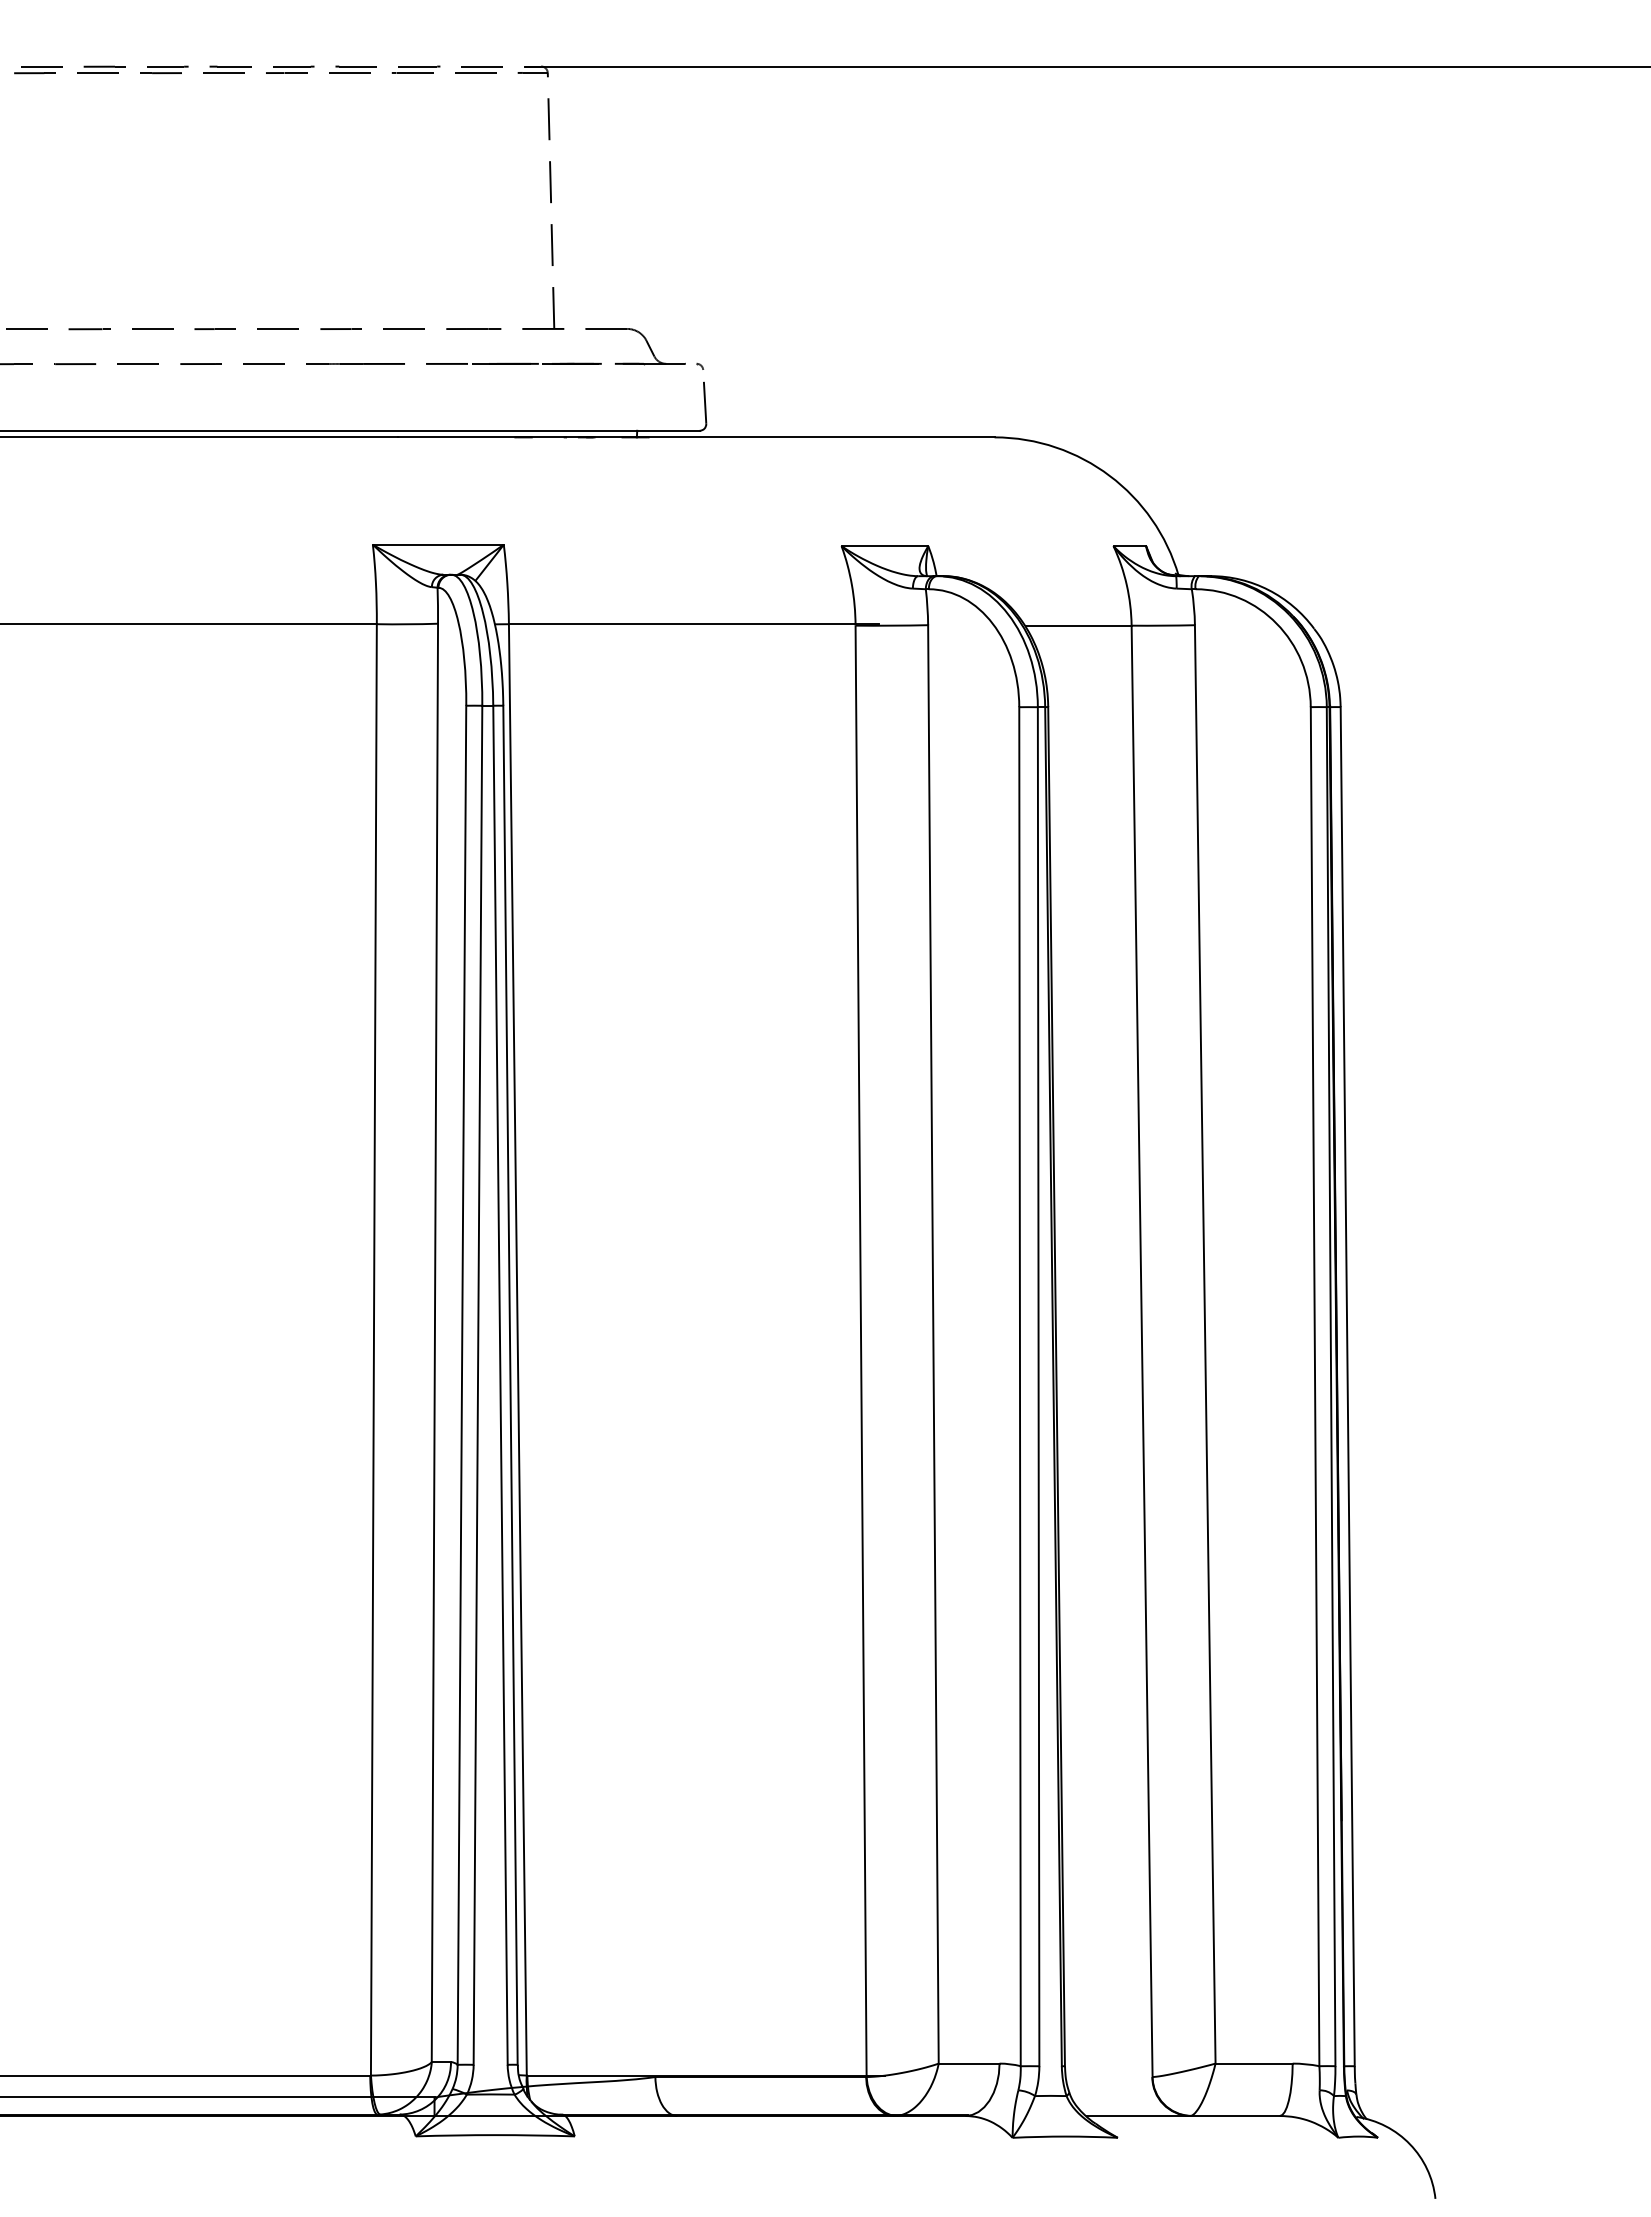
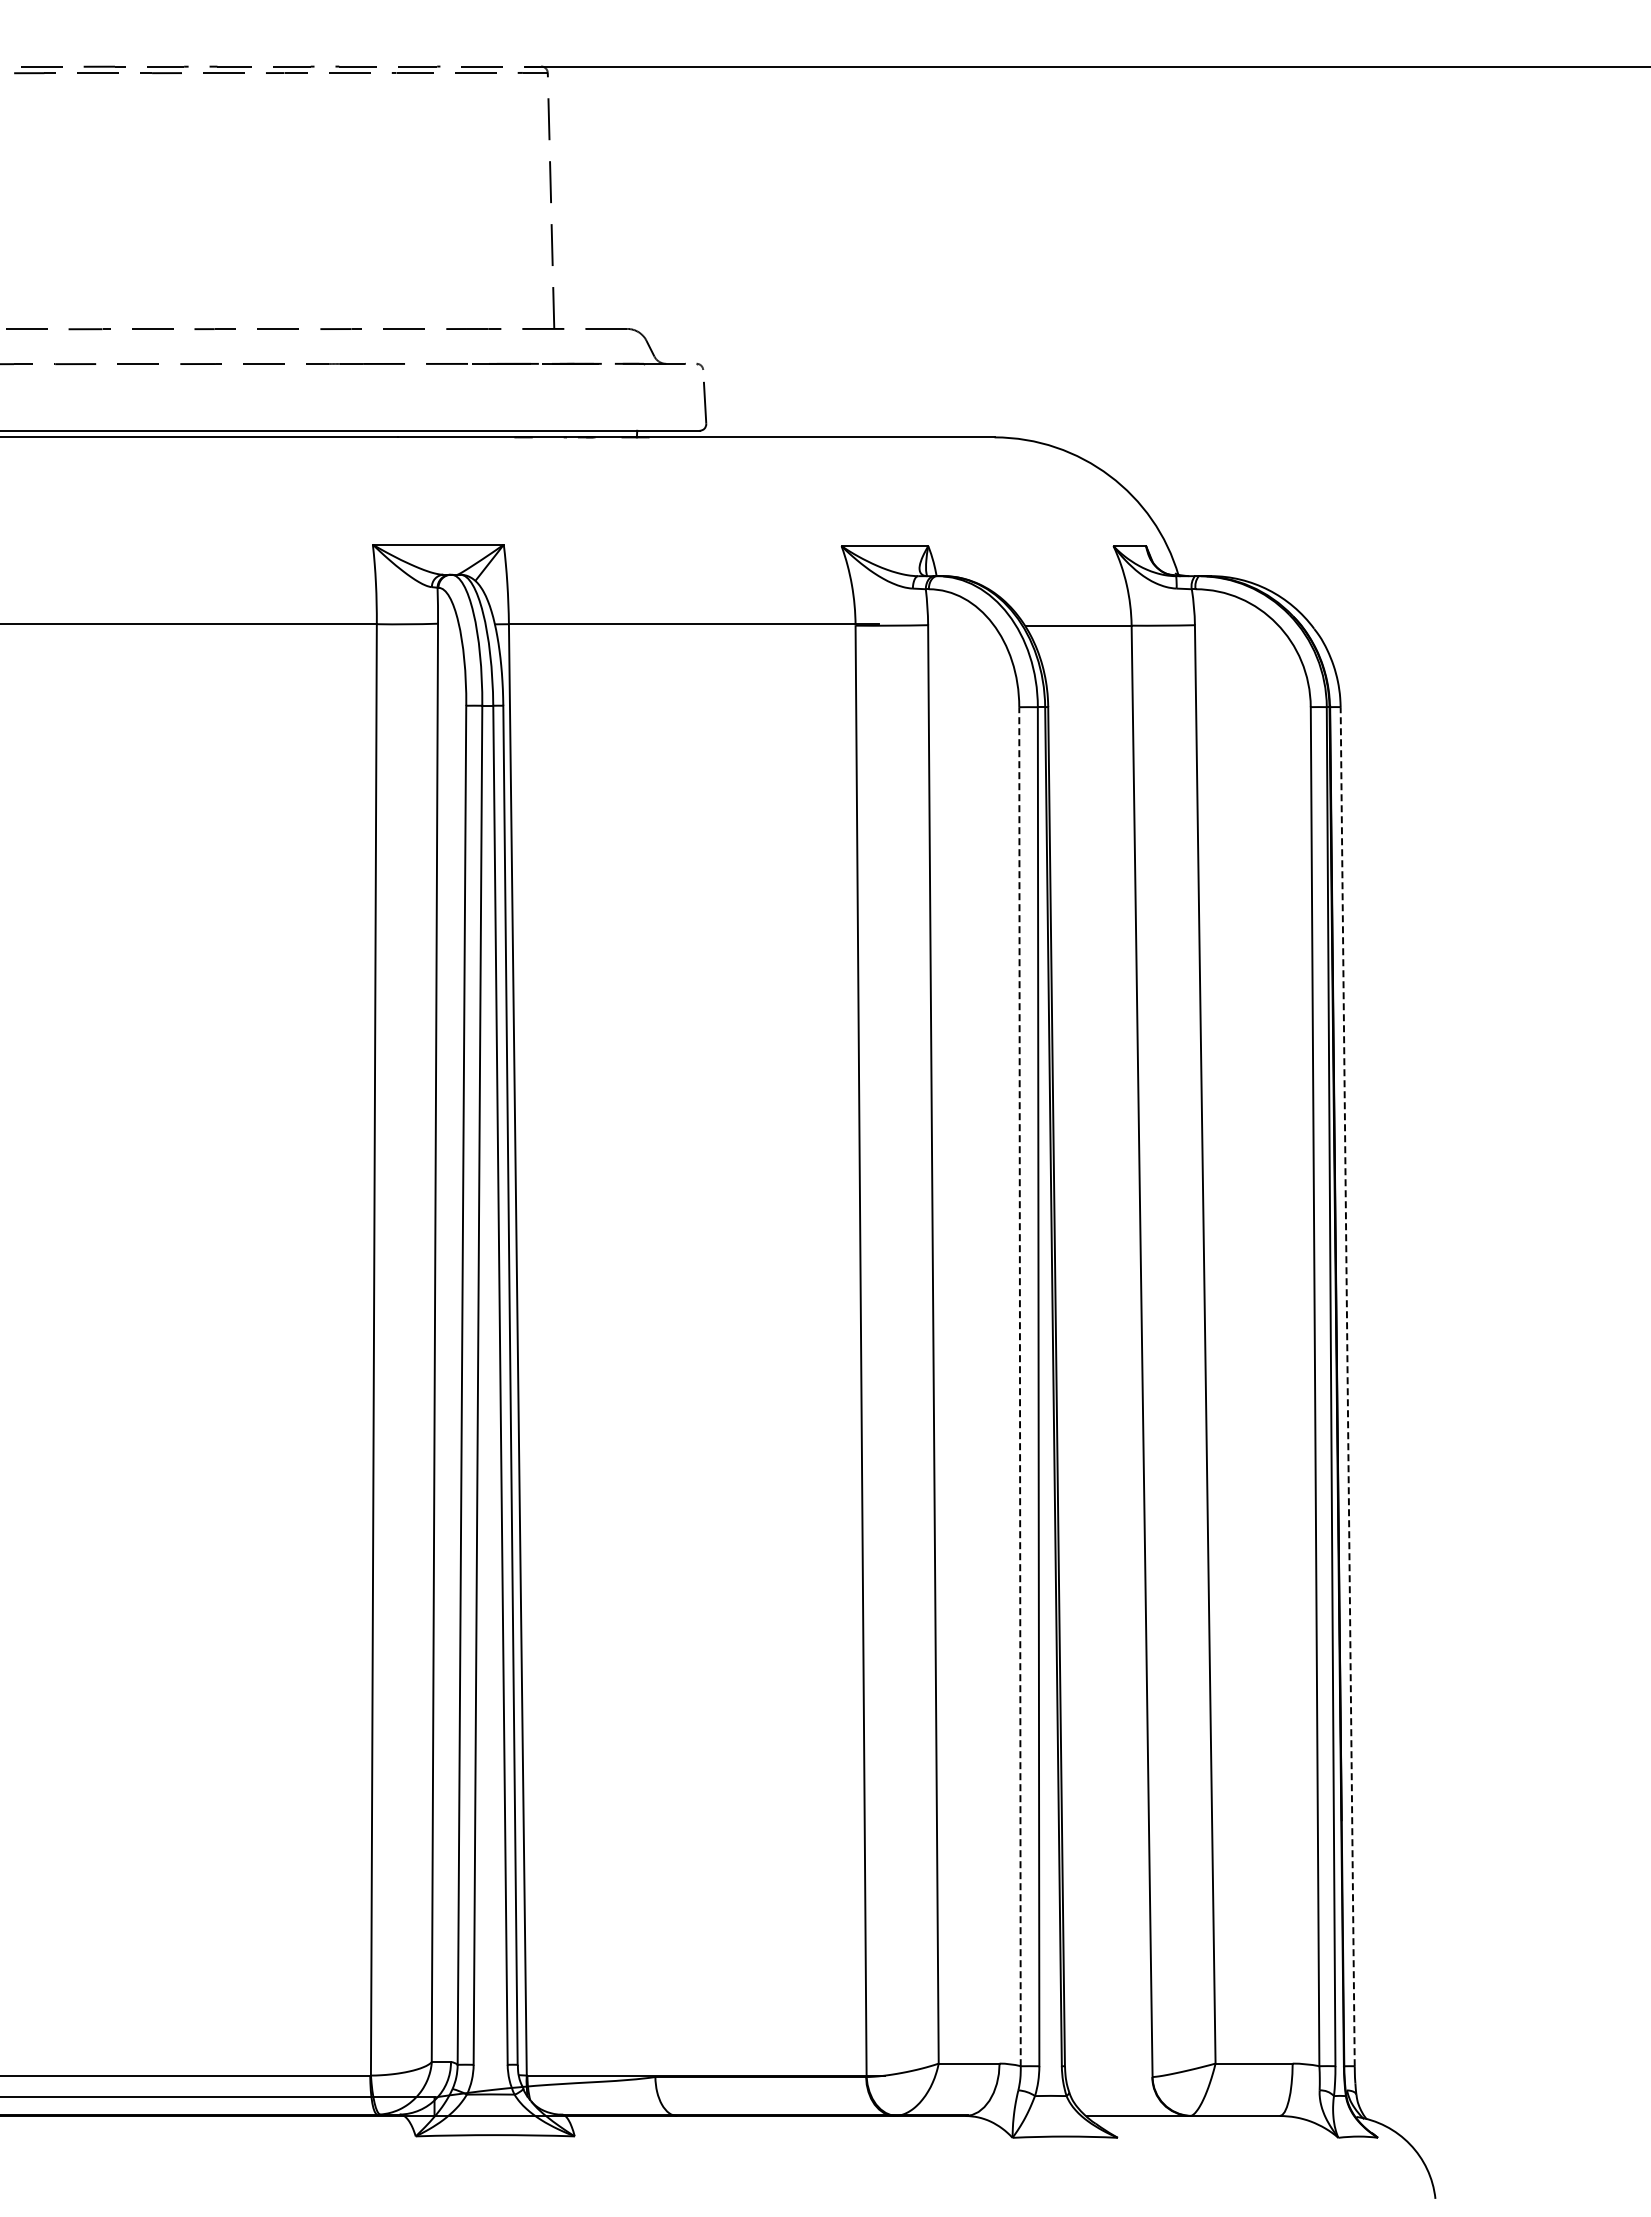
line at (1020, 1386): solid -> dashed
line at (1347, 1386): solid -> dashed
